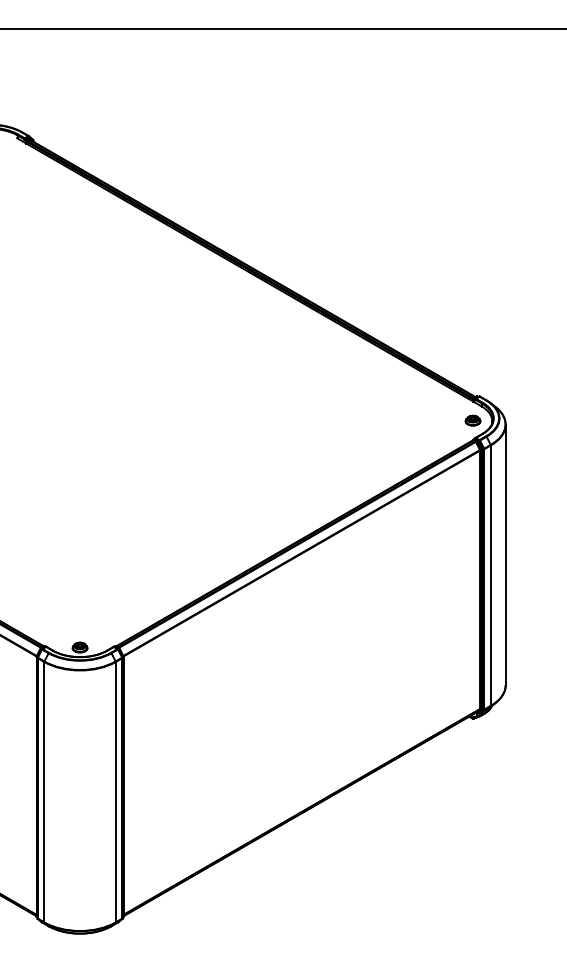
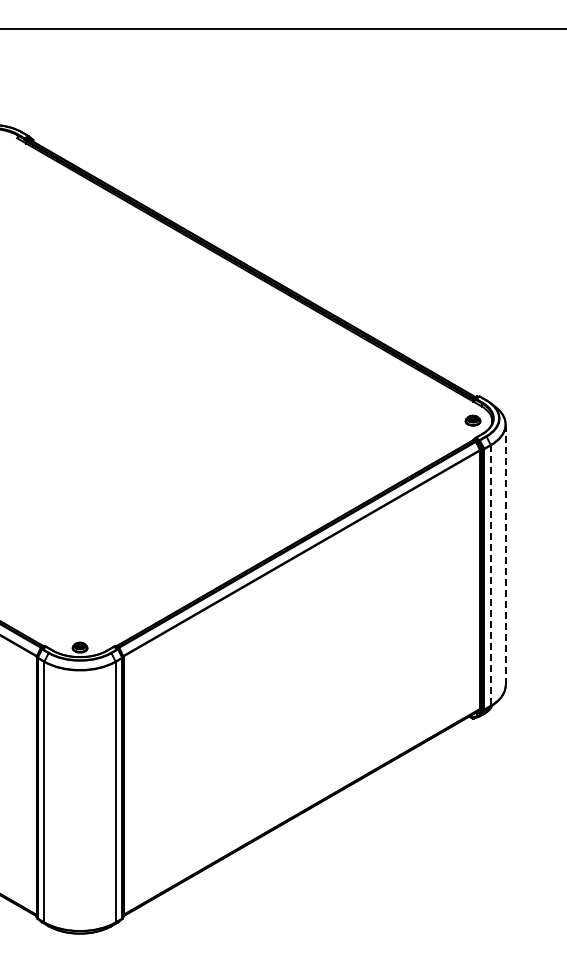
line at (505, 555): solid -> dashed
line at (490, 576): solid -> dashed
